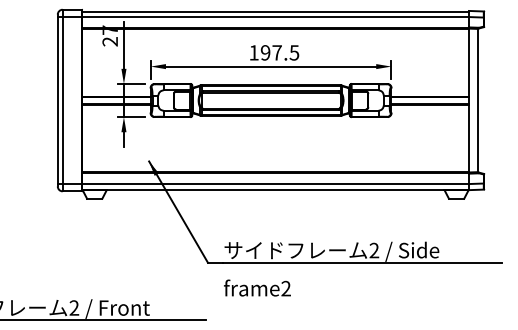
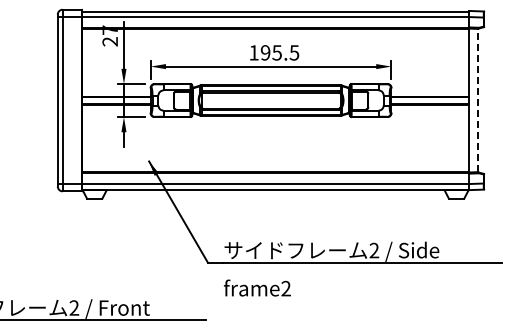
text at (276, 52): 197.5 -> 195.5
line at (478, 100): solid -> dashed
